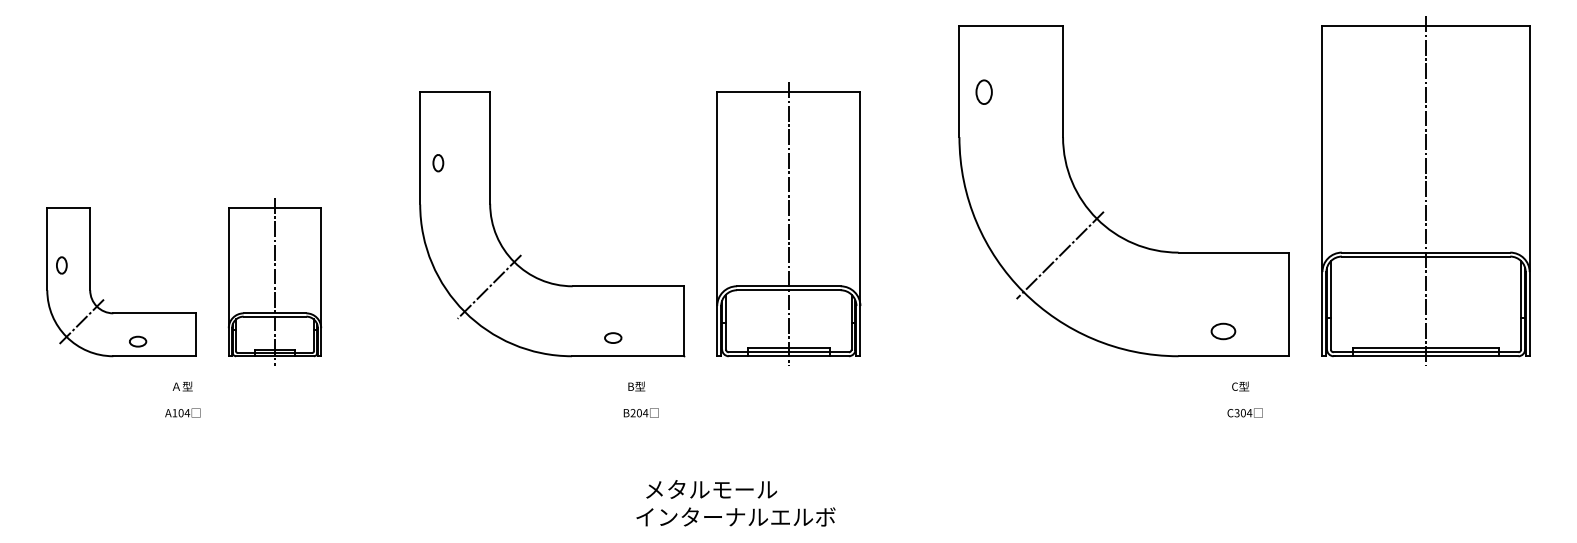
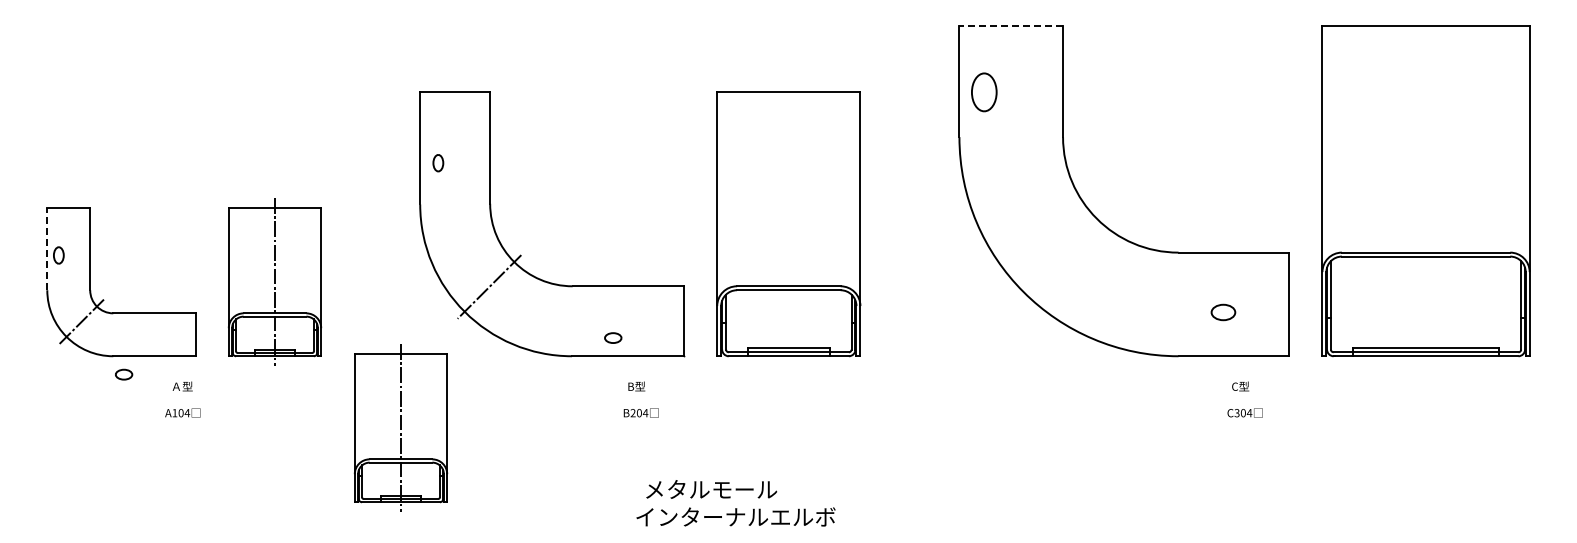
line at (1011, 26): solid -> dashed
part at (983, 91) size: 18x26 px -> 27x41 px
line at (1426, 191): present -> none
line at (788, 224): present -> none
line at (47, 248): solid -> dashed
line at (1059, 255): present -> none
part at (61, 265) position: (61, 265) -> (58, 255)
part at (1223, 331) position: (1223, 331) -> (1223, 312)
part at (138, 341) position: (138, 341) -> (124, 374)
part at (400, 427): none -> present
